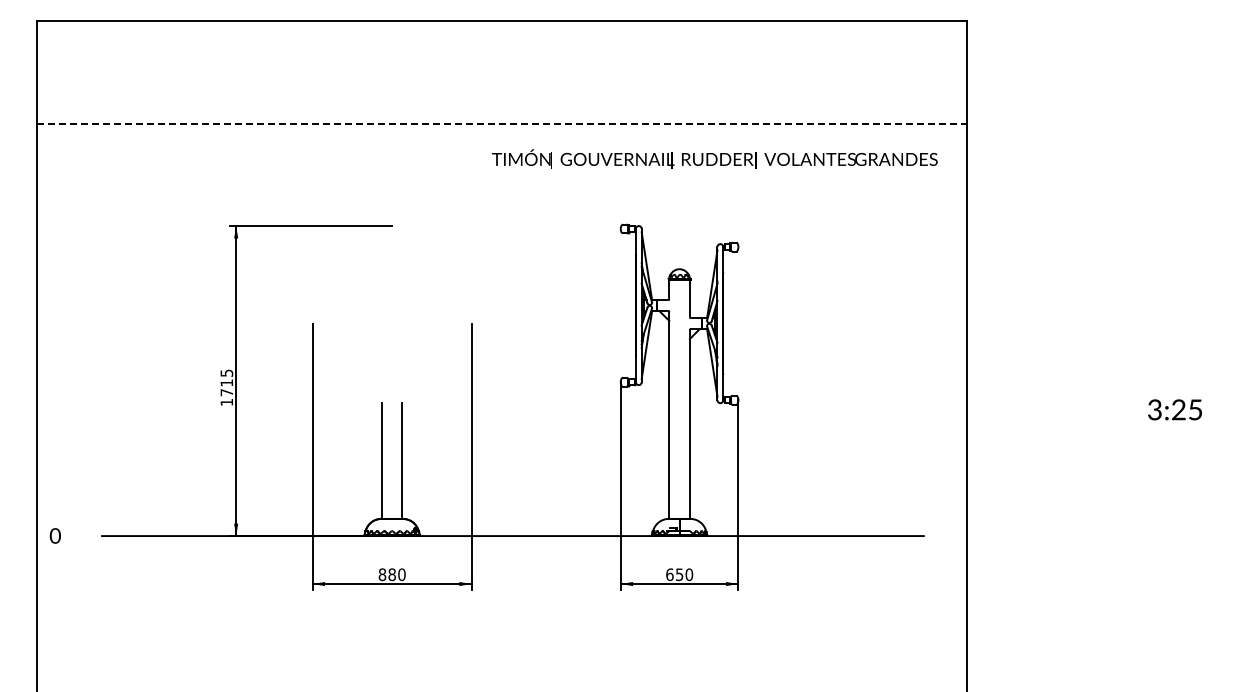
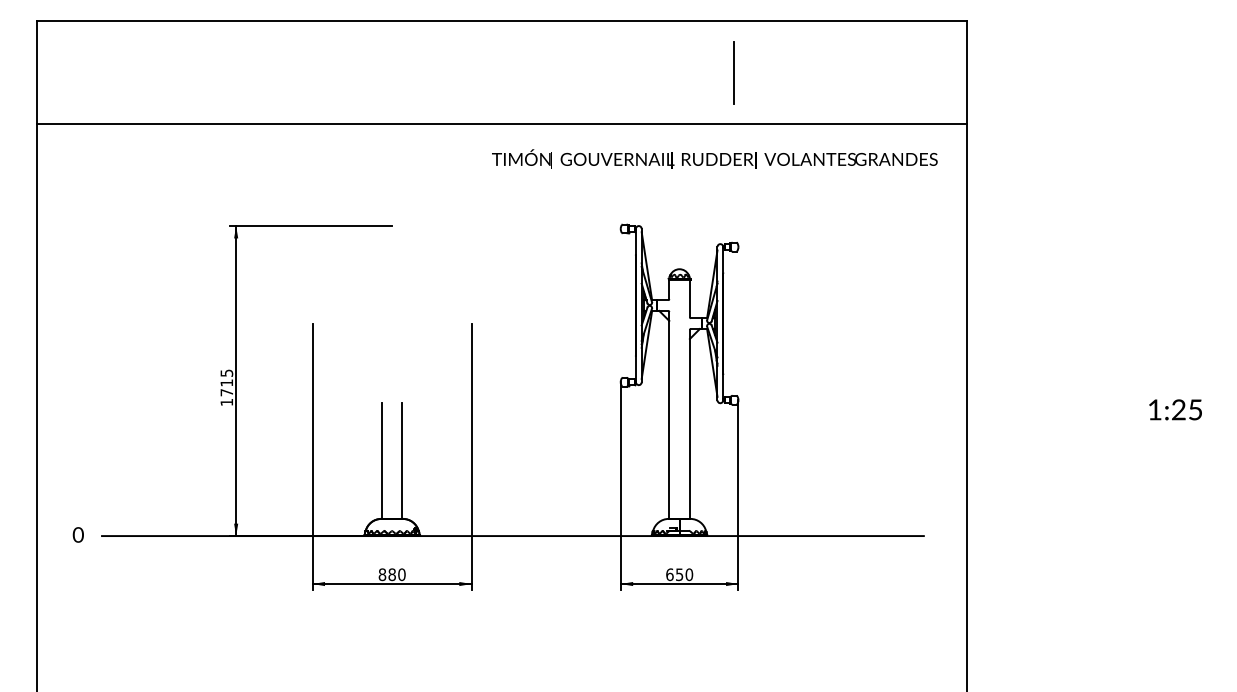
line at (734, 72): none -> present
line at (501, 124): dashed -> solid
text at (1154, 409): 3:25 -> 1:25
text at (54, 535) position: (54, 535) -> (77, 534)
